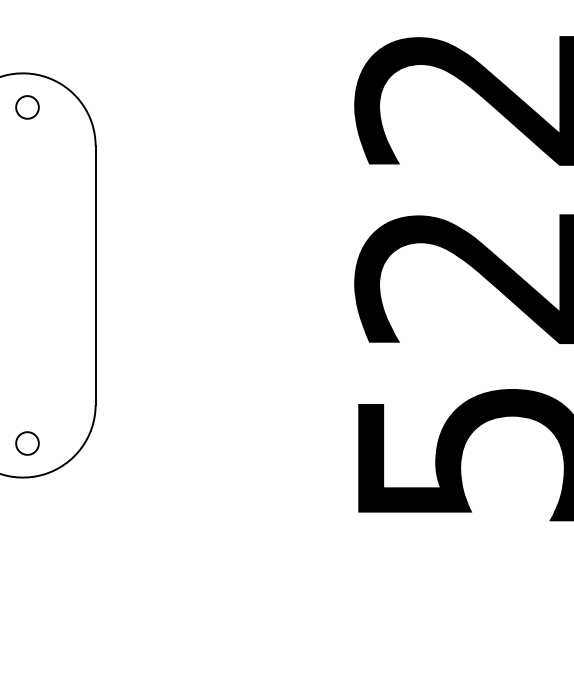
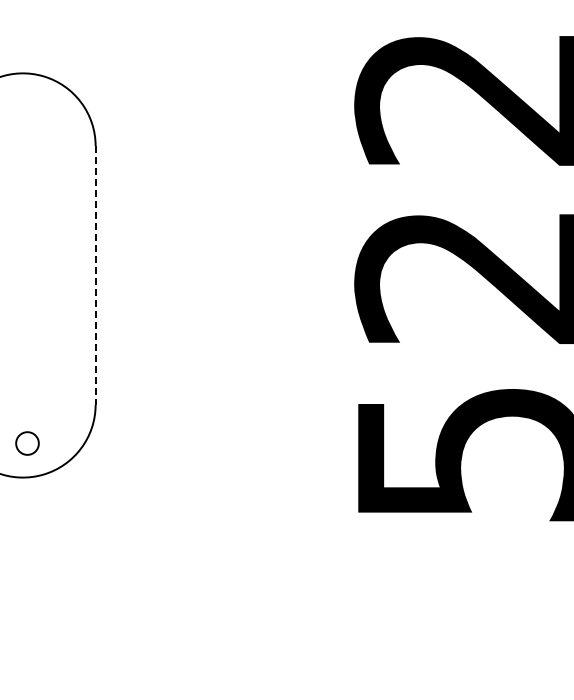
circle at (27, 107): present -> none
line at (95, 275): solid -> dashed
